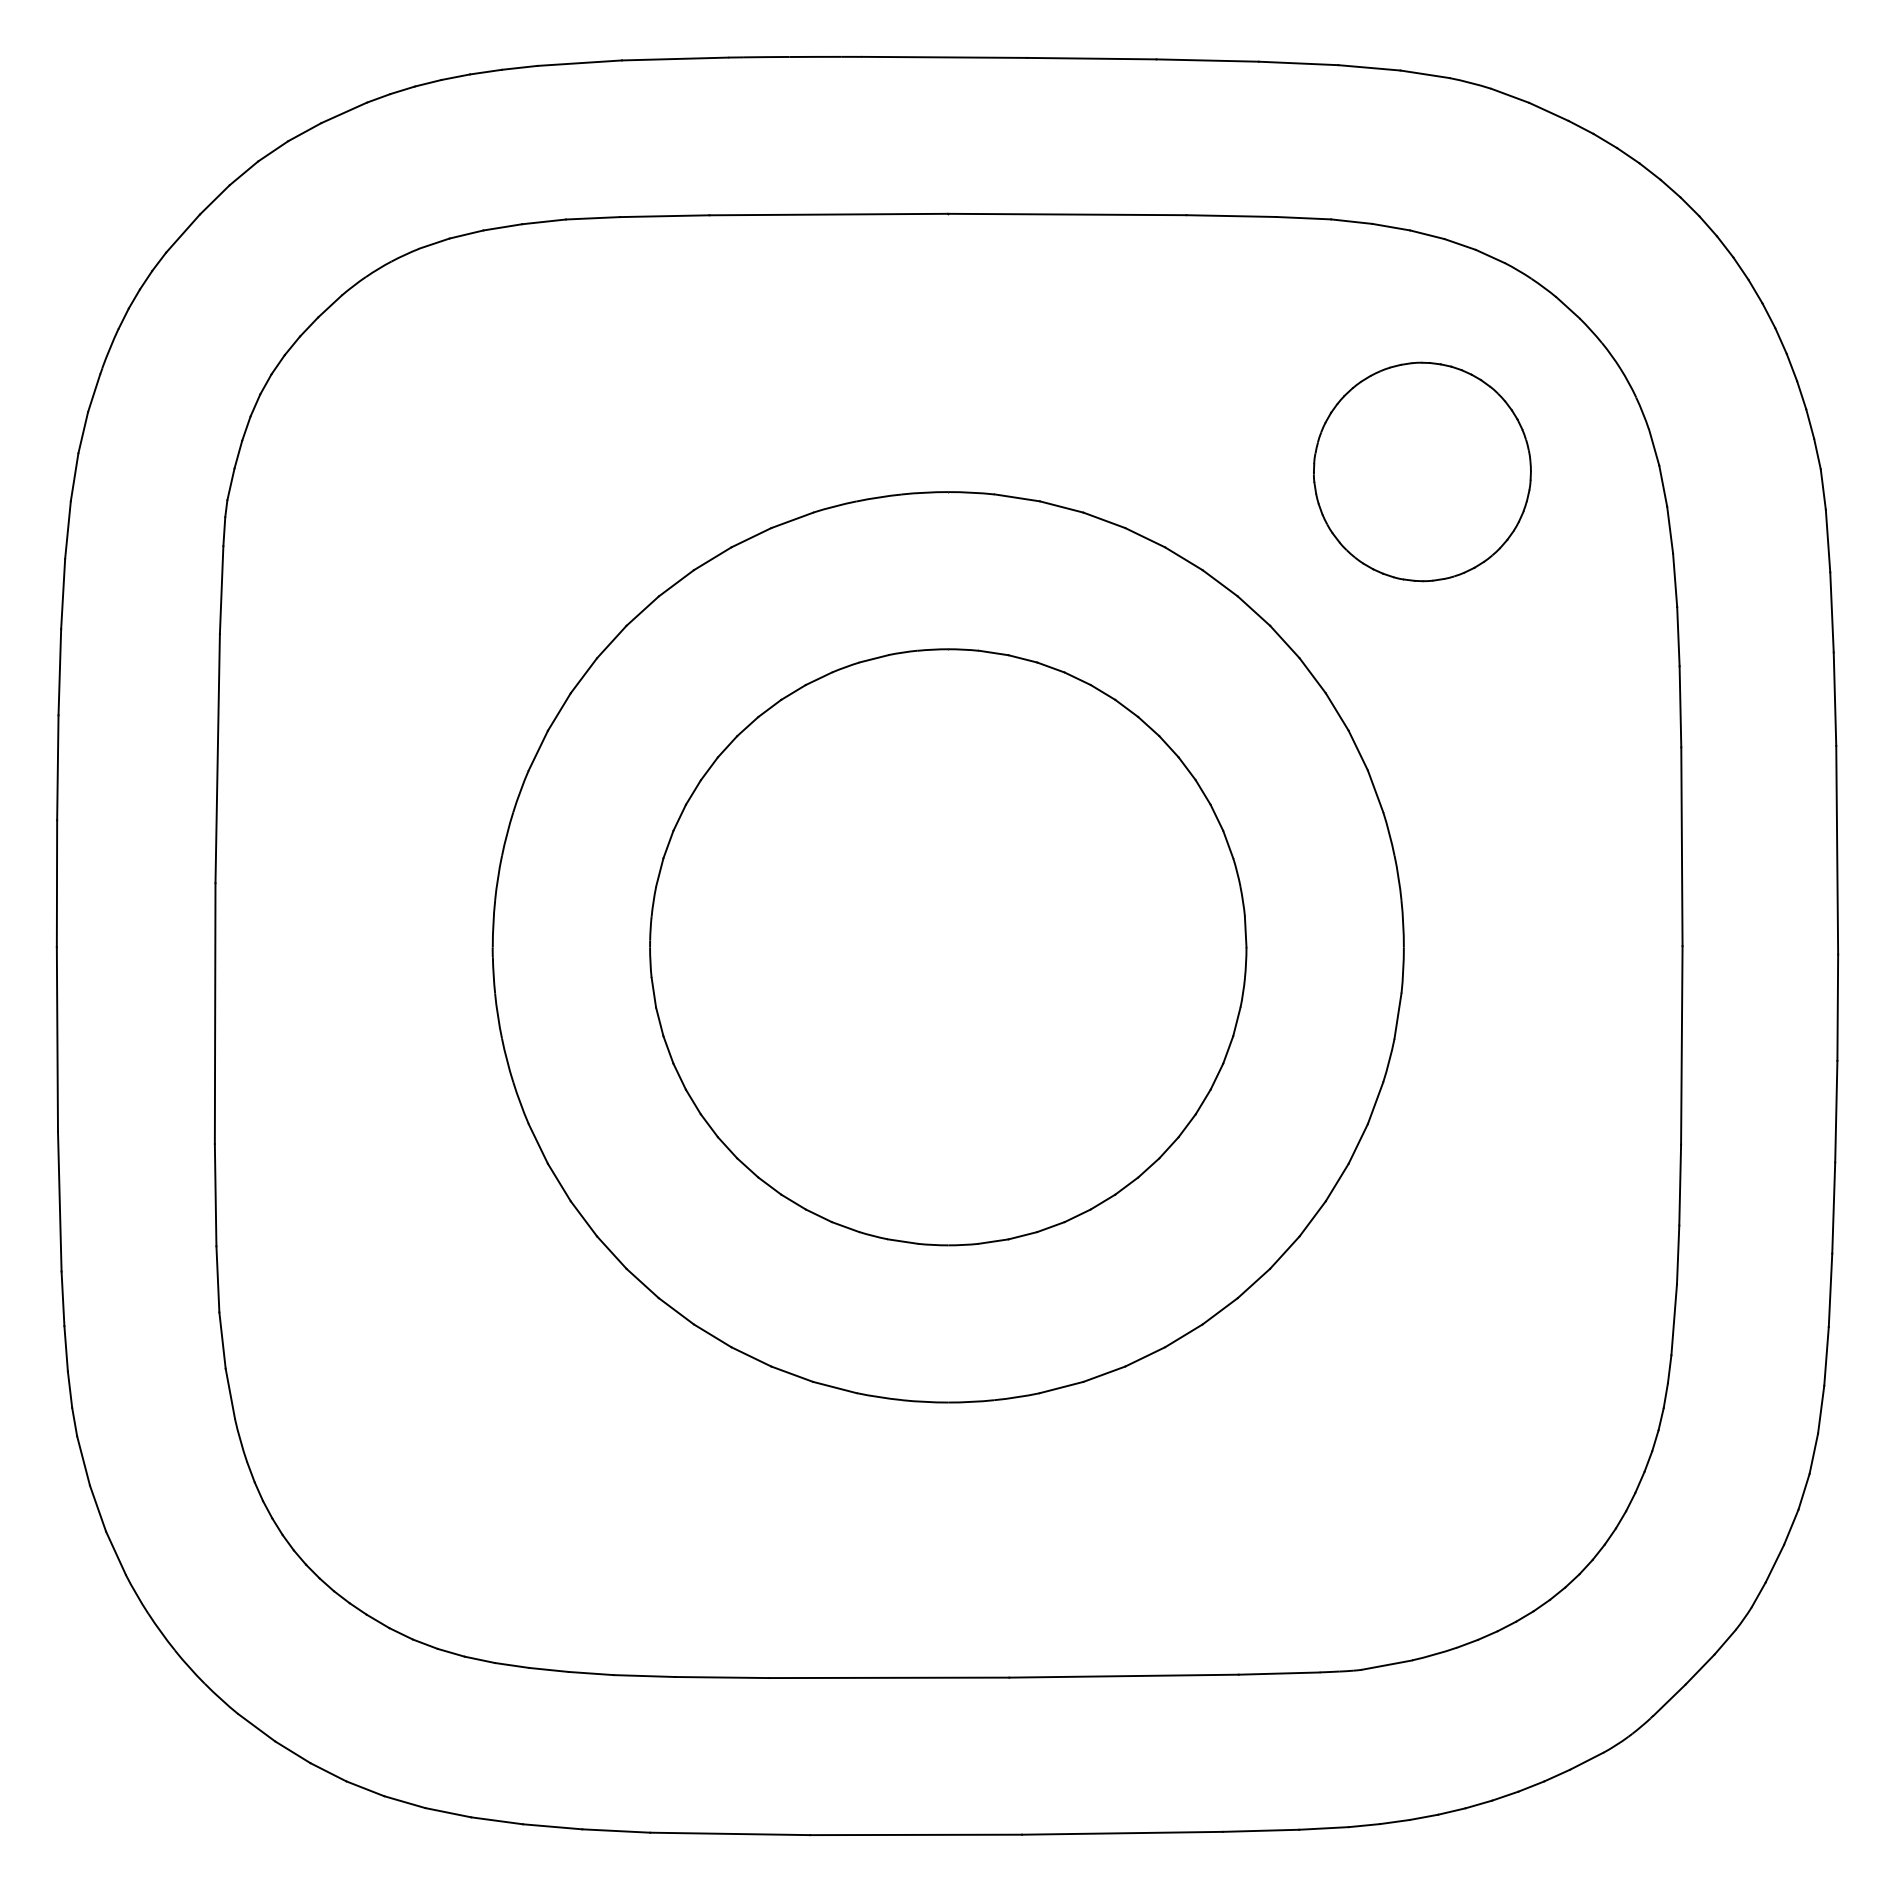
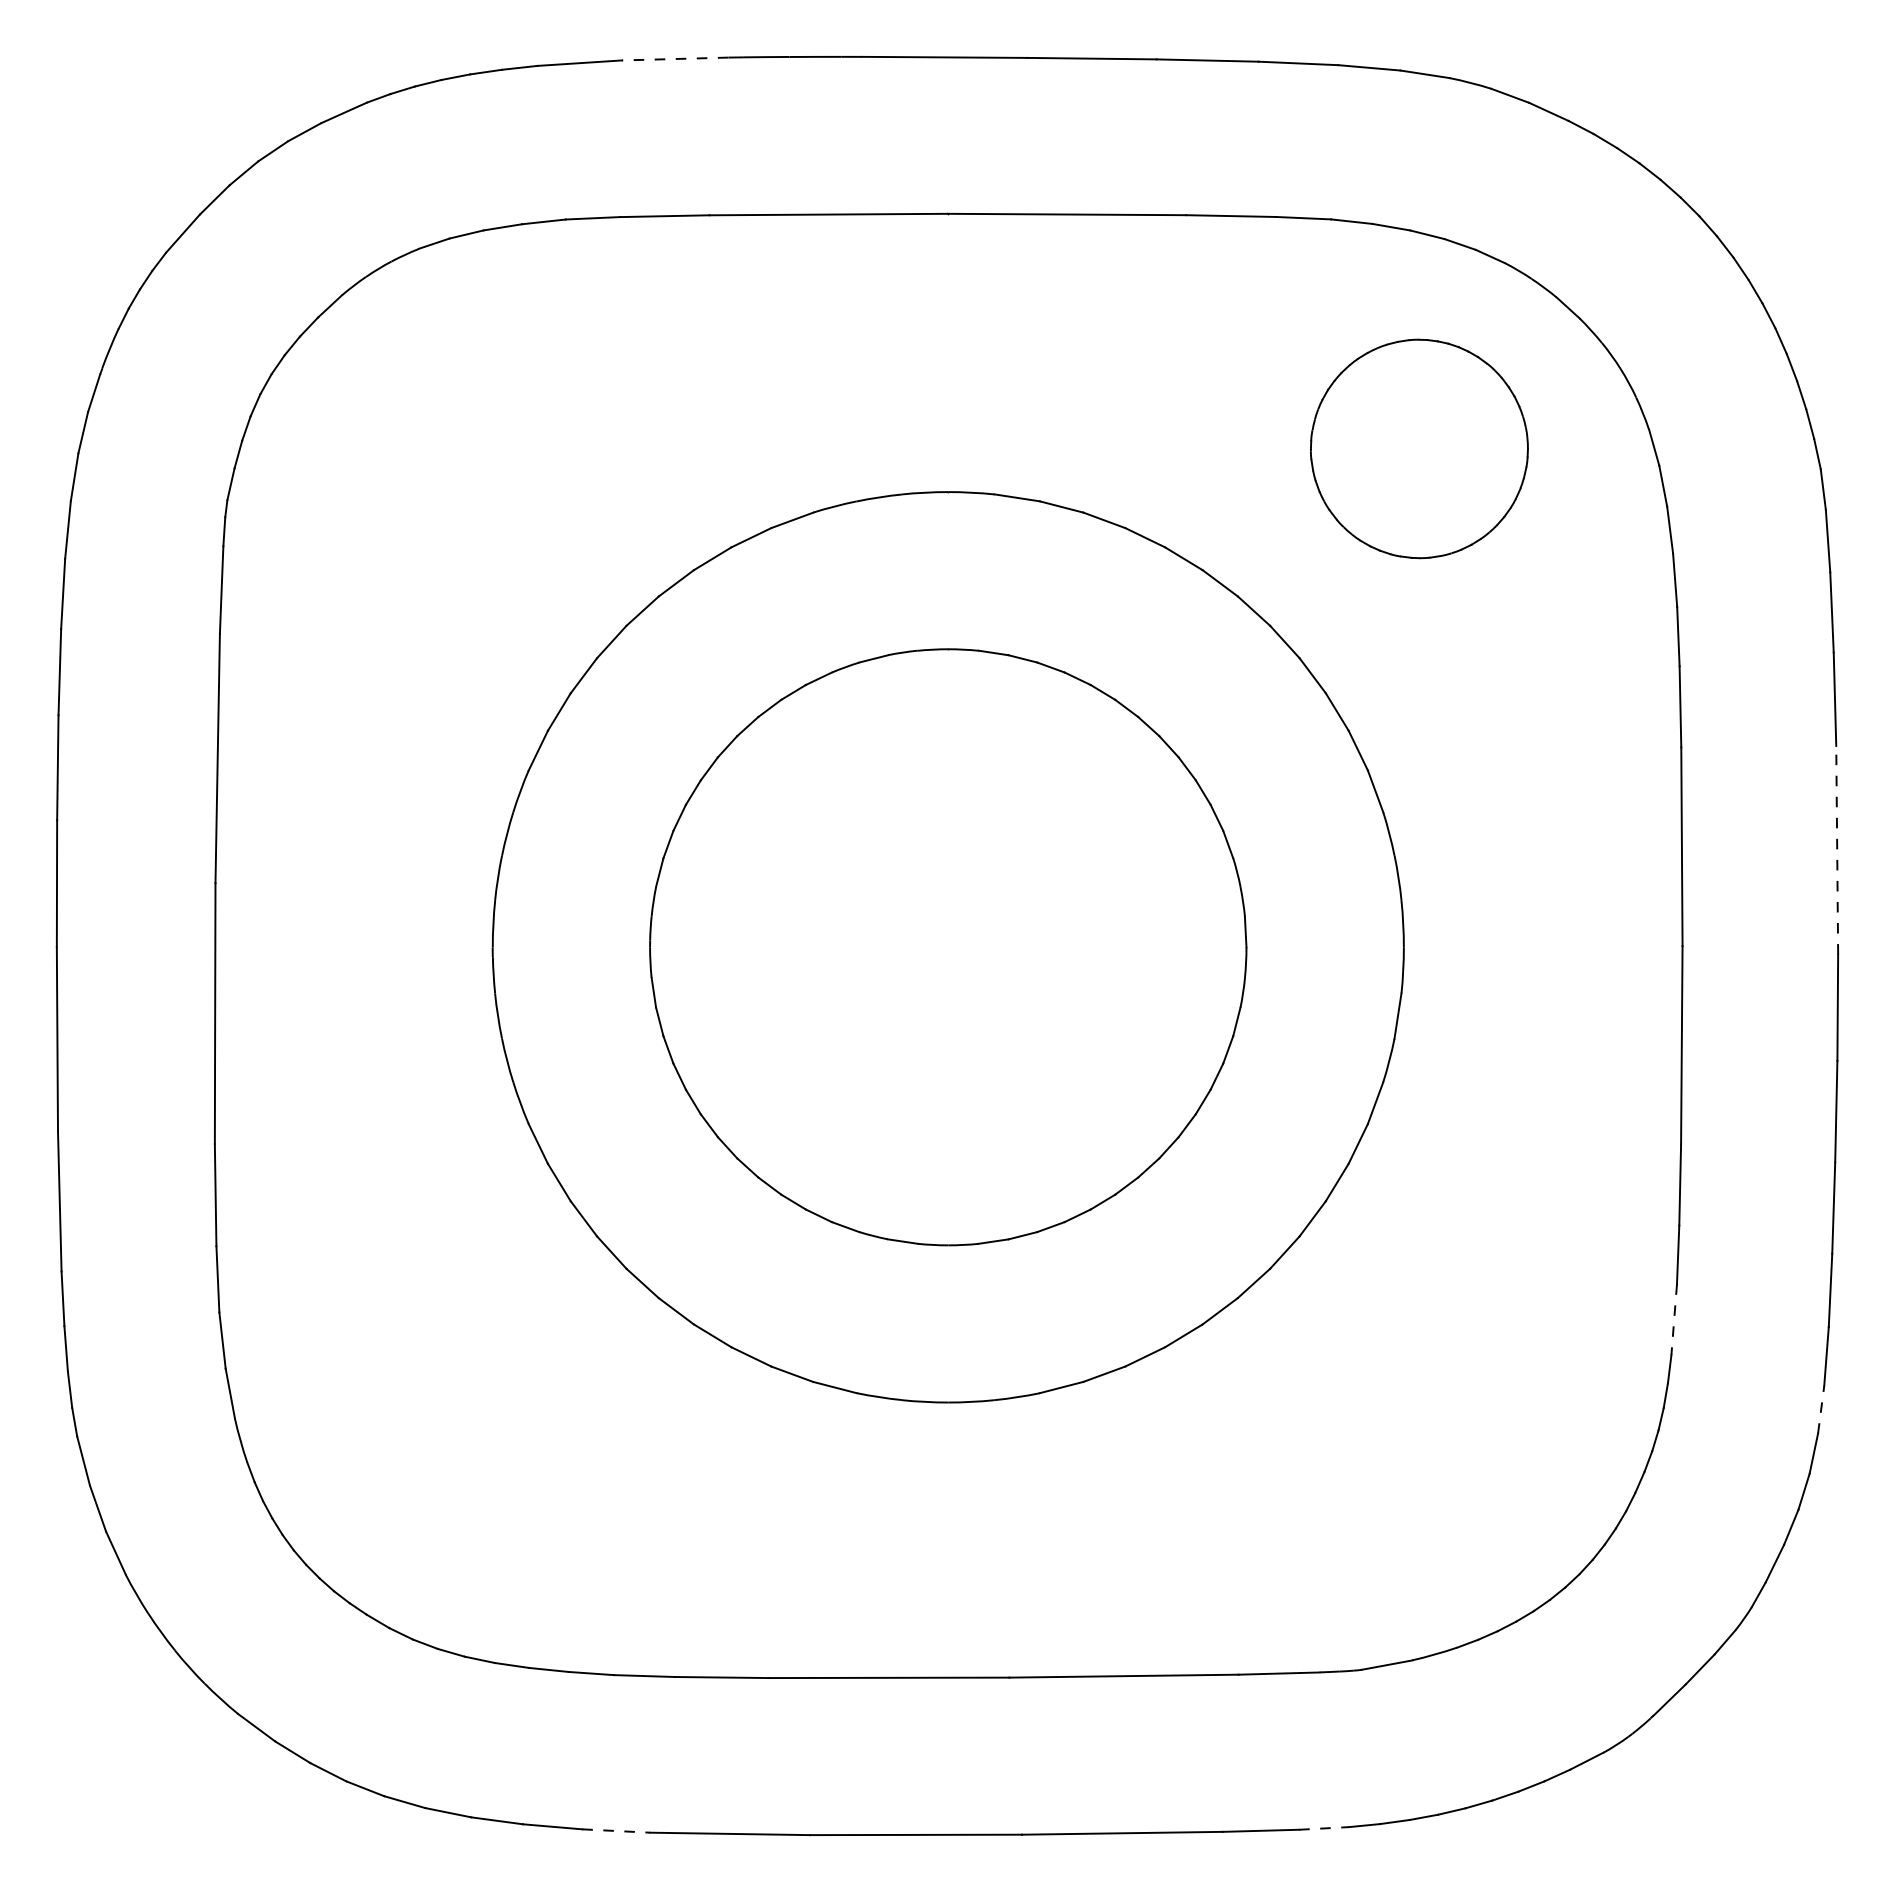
line at (674, 59): solid -> dashed
part at (1422, 471) position: (1422, 471) -> (1419, 448)
line at (1837, 849): solid -> dashed
line at (1674, 1319): solid -> dashed
line at (1821, 1409): solid -> dashed
line at (1324, 1828): solid -> dashed
line at (616, 1831): solid -> dashed
